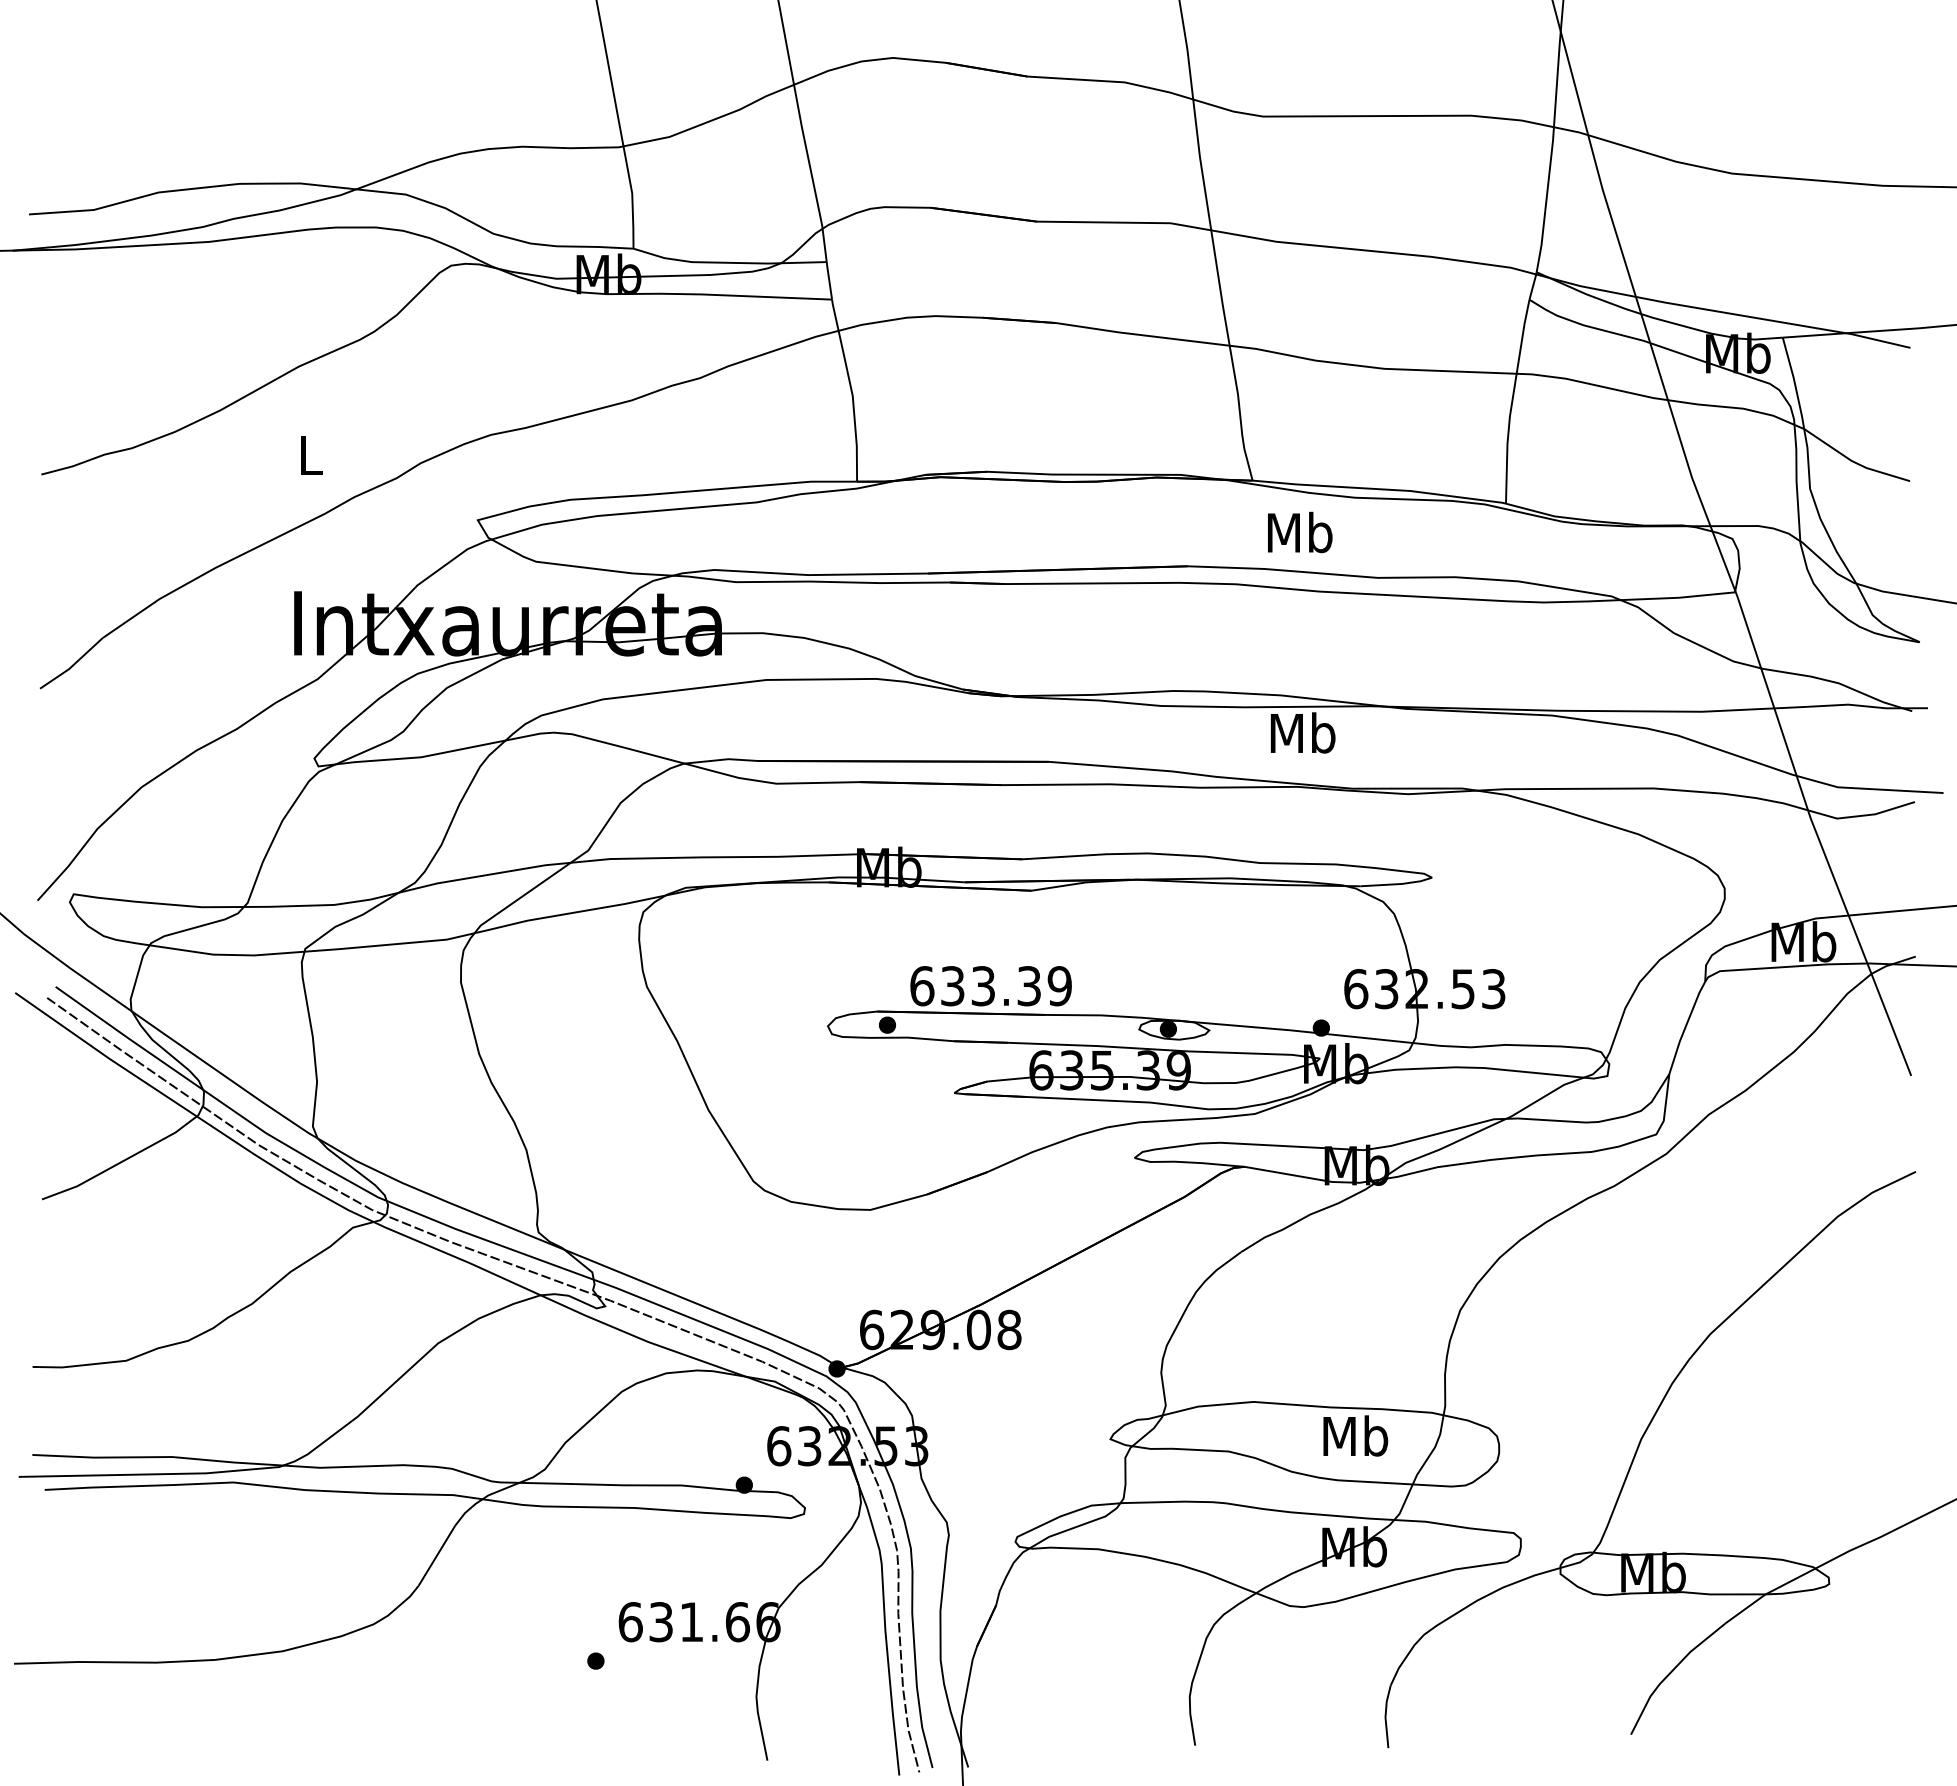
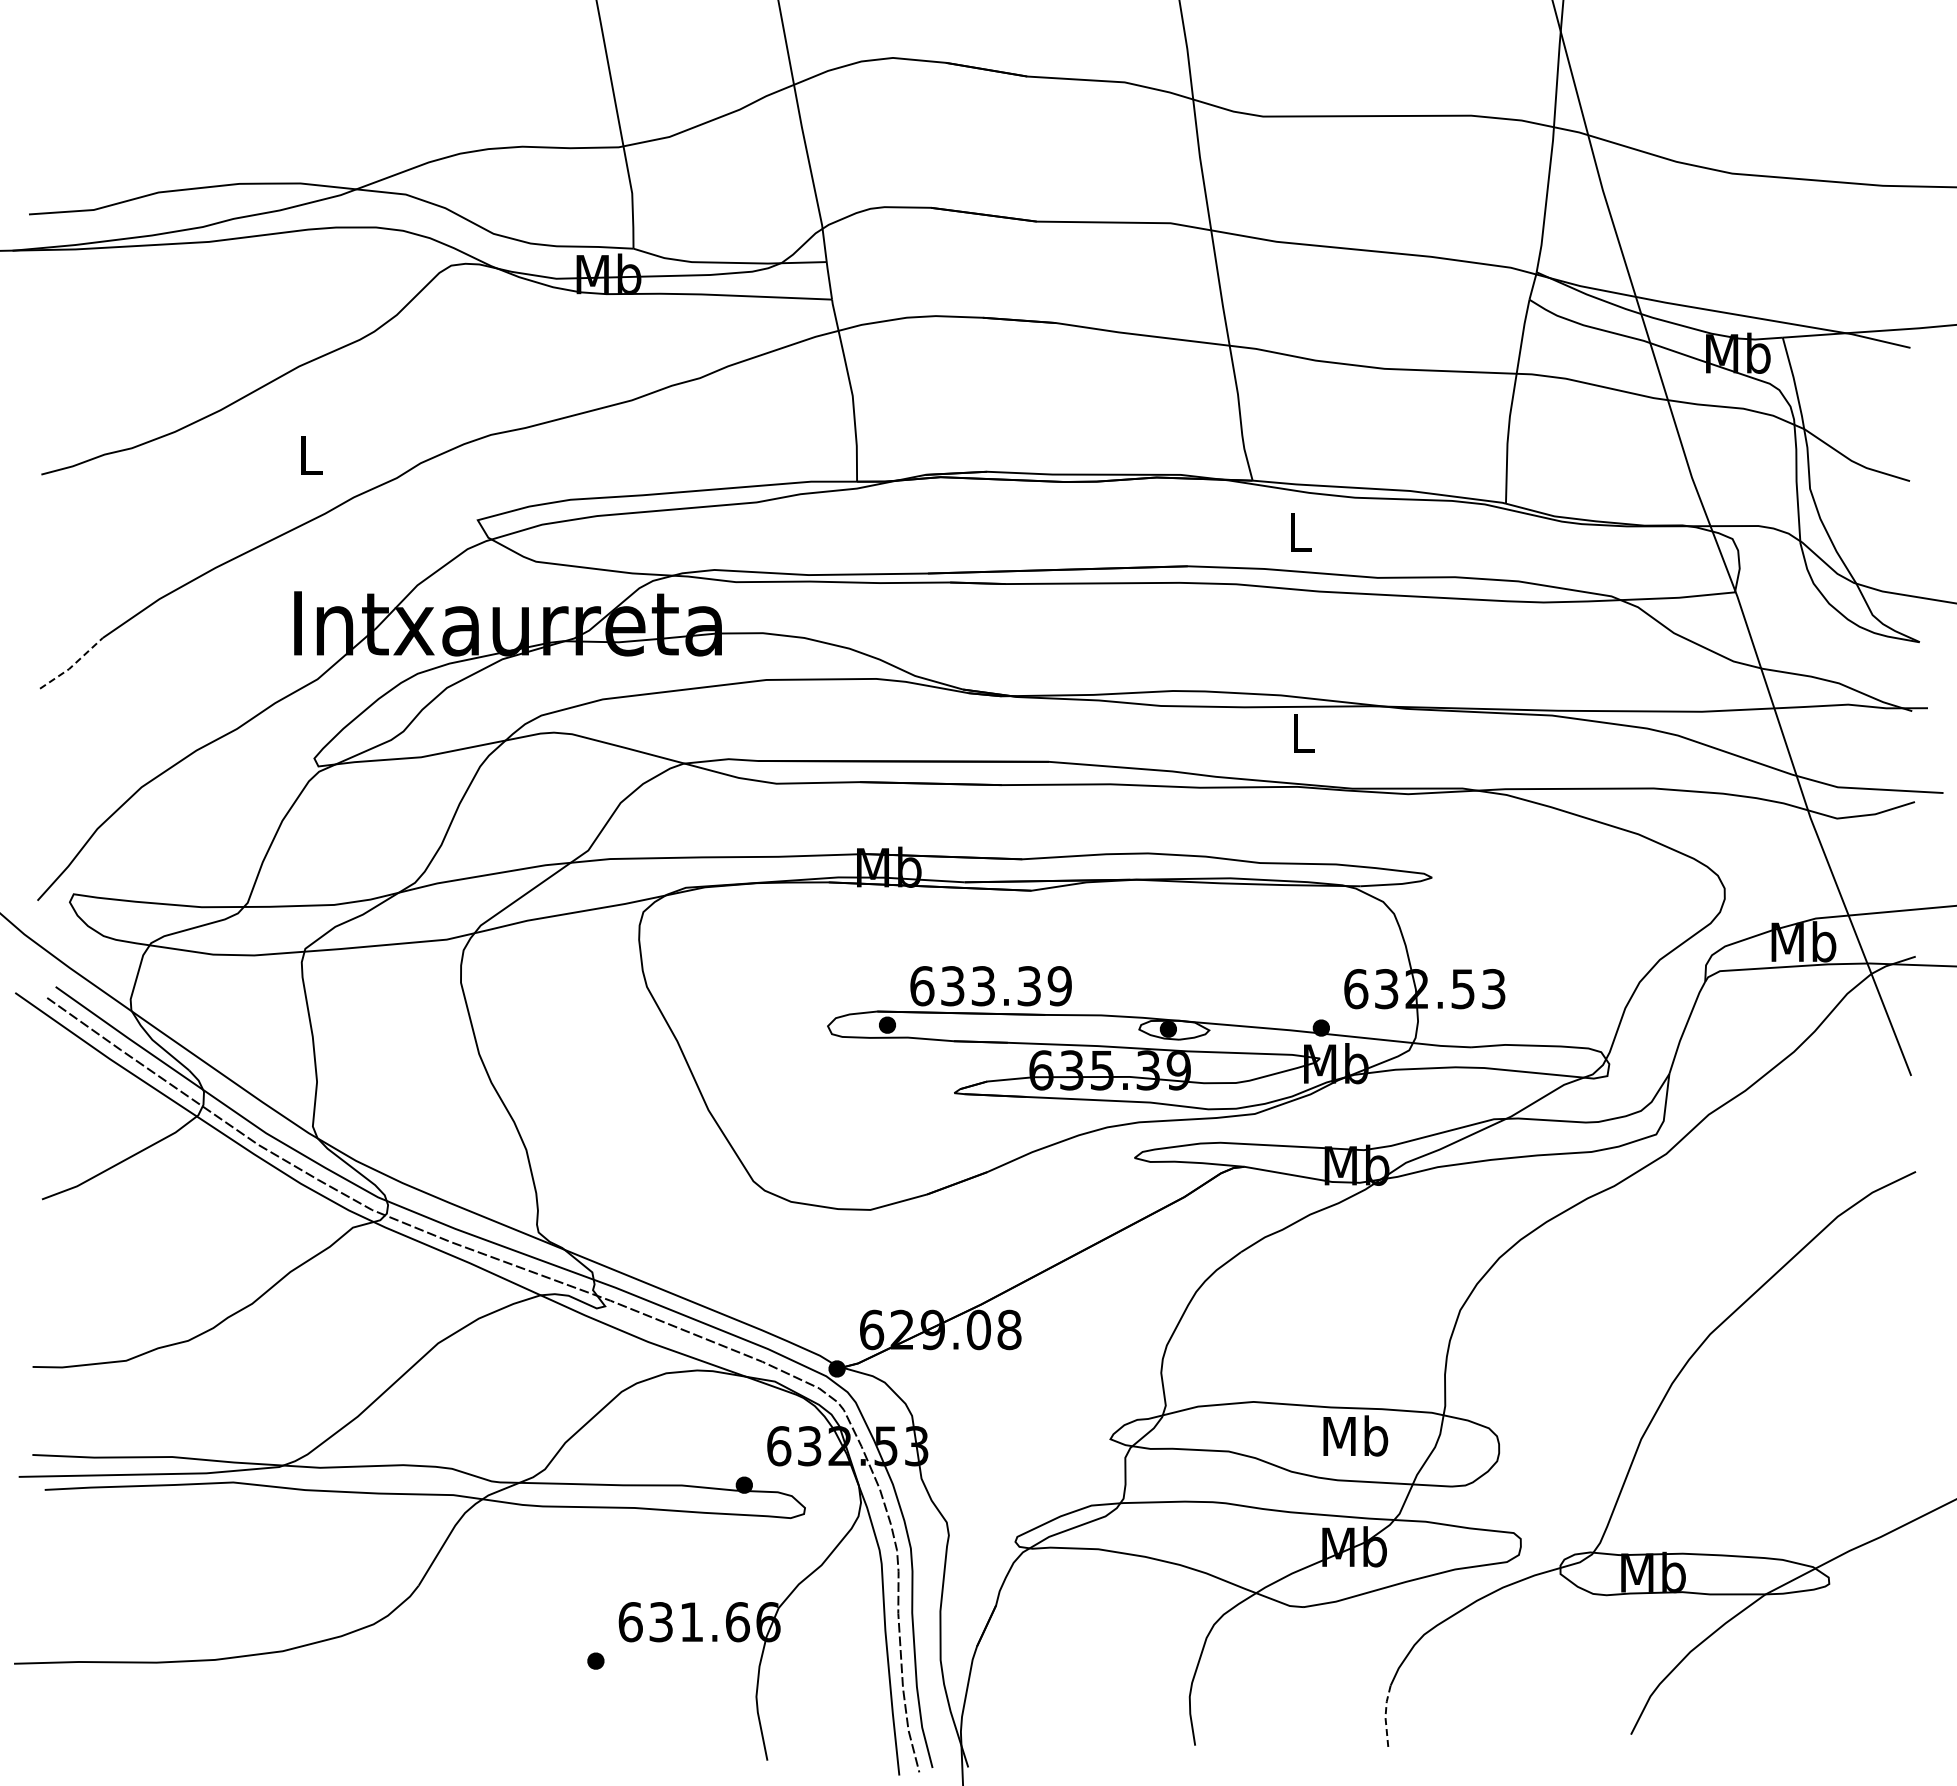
text at (1300, 532): Mb -> L
line at (72, 665): solid -> dashed
text at (1302, 732): Mb -> L
line at (1385, 1716): solid -> dashed
